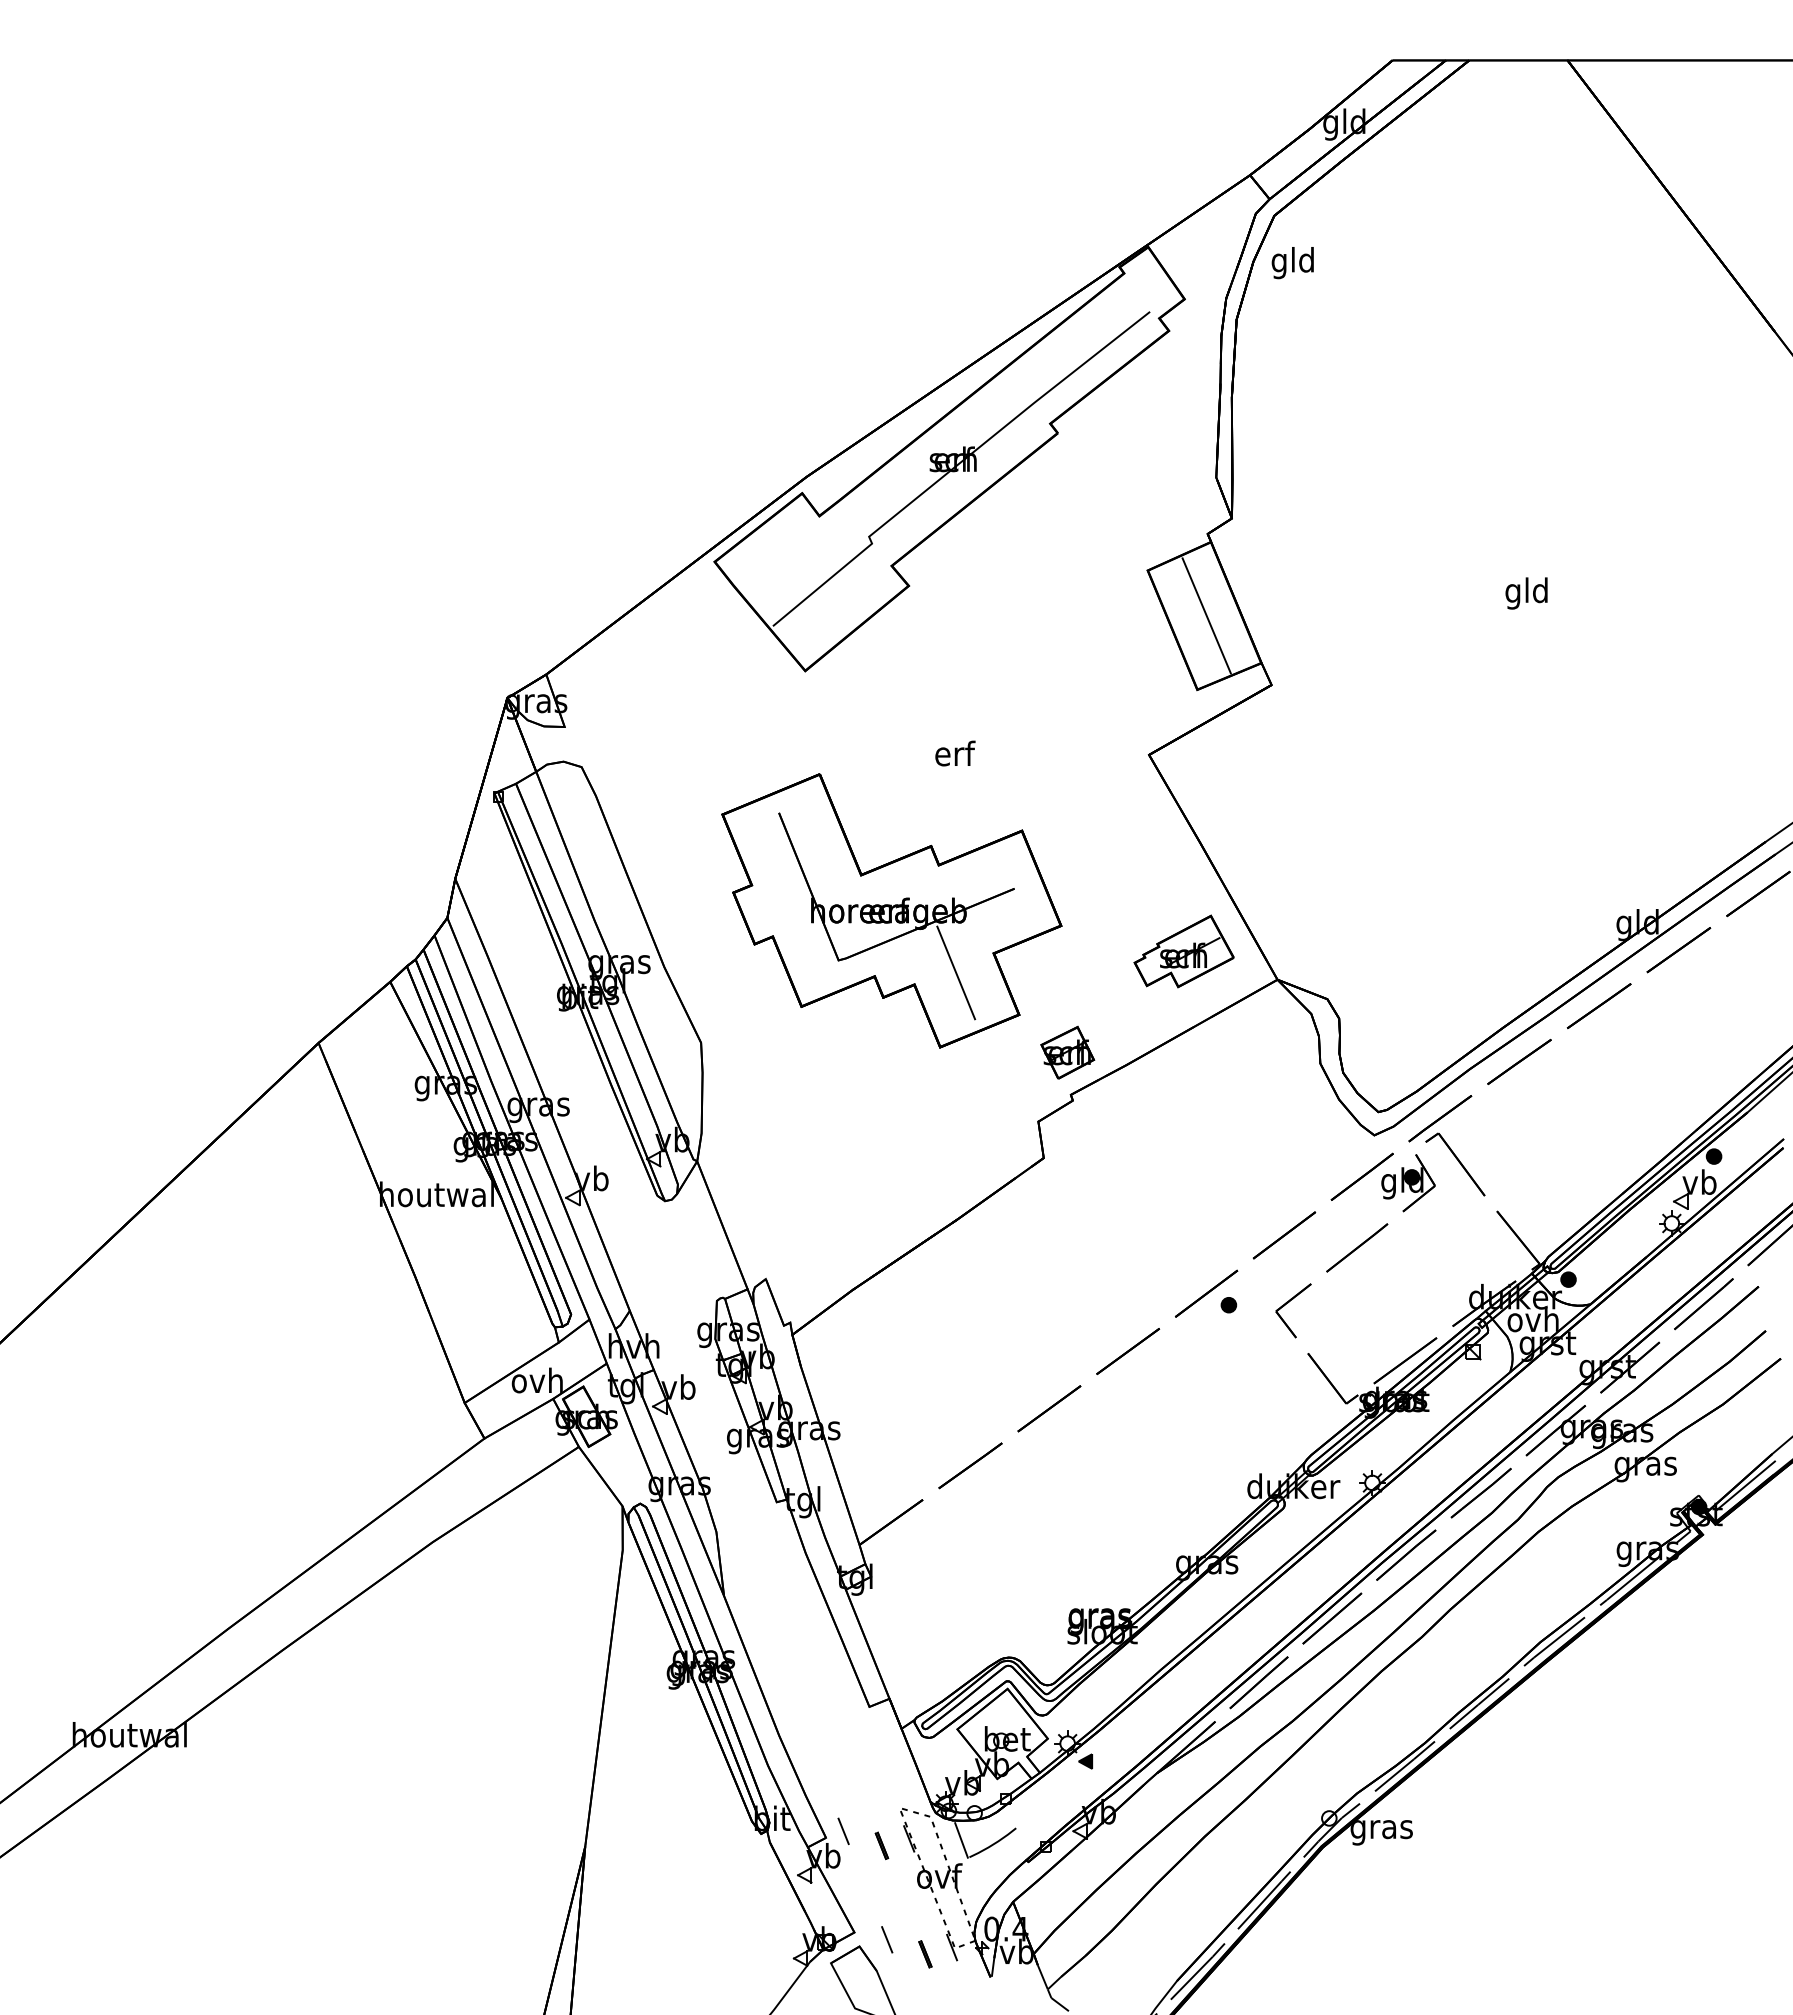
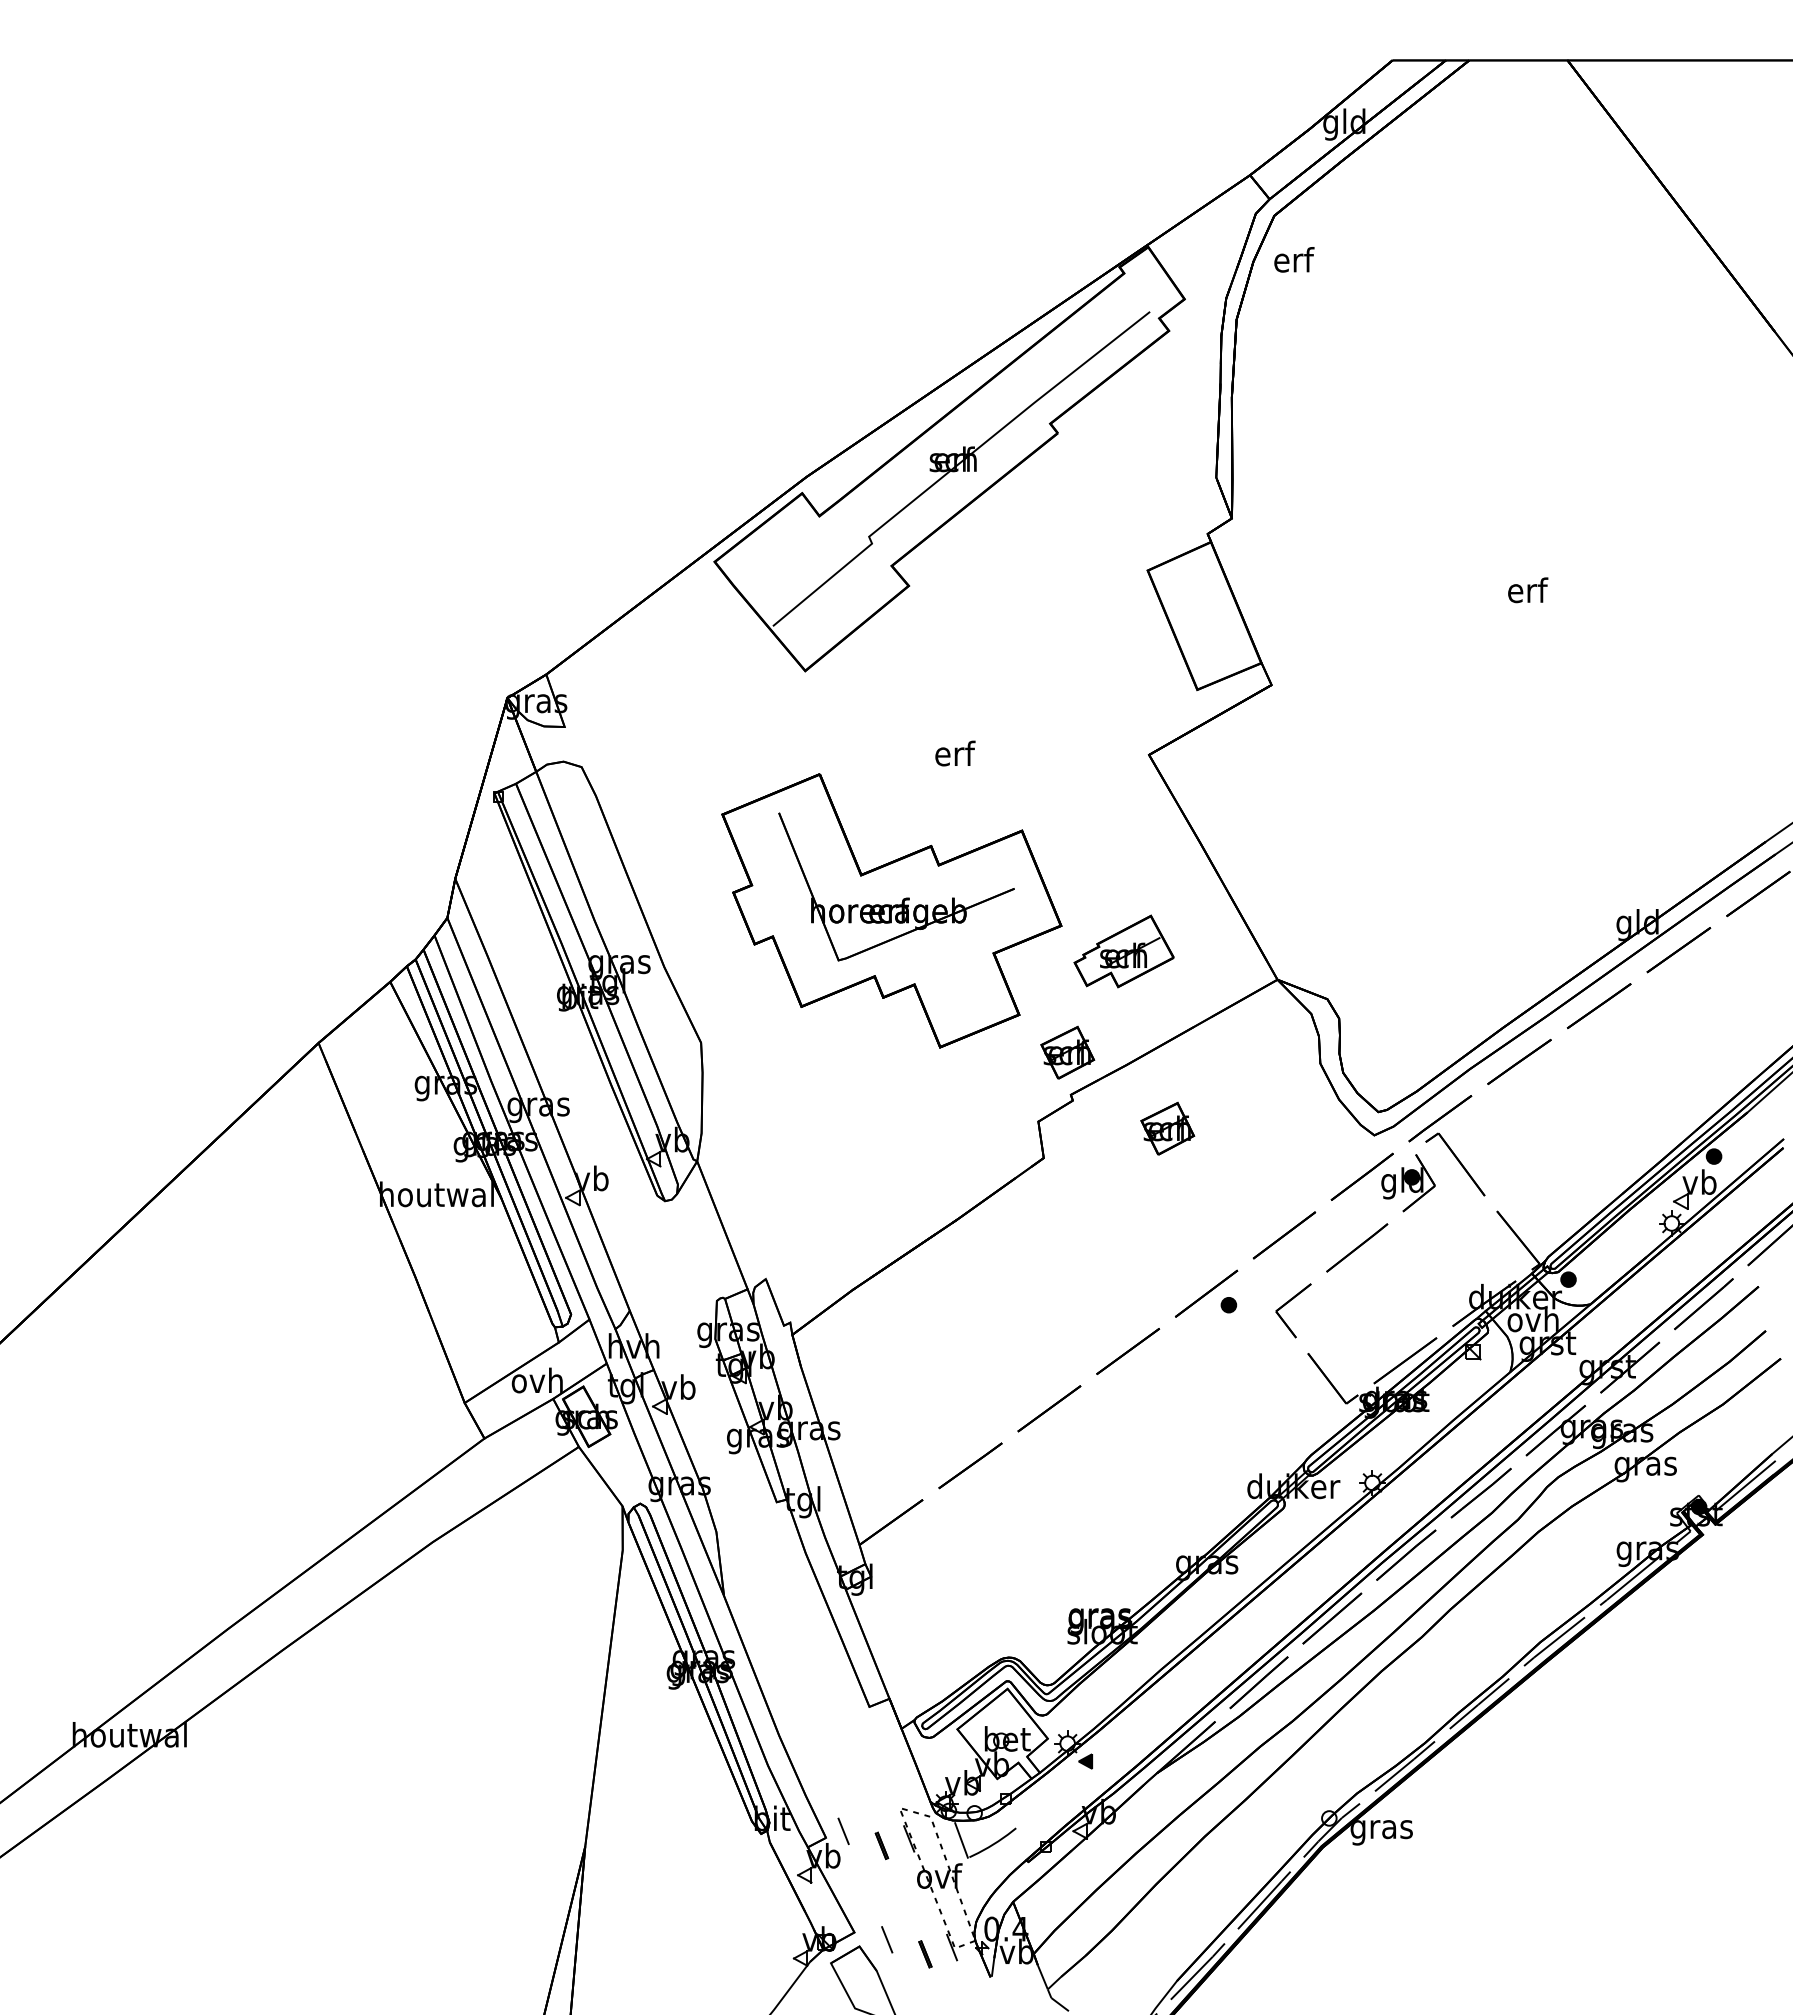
text at (1292, 263): gld -> erf
text at (1526, 593): gld -> erf
line at (1206, 615): present -> none
part at (1183, 951) position: (1183, 951) -> (1123, 951)
line at (956, 972): present -> none
part at (1167, 1128): none -> present
